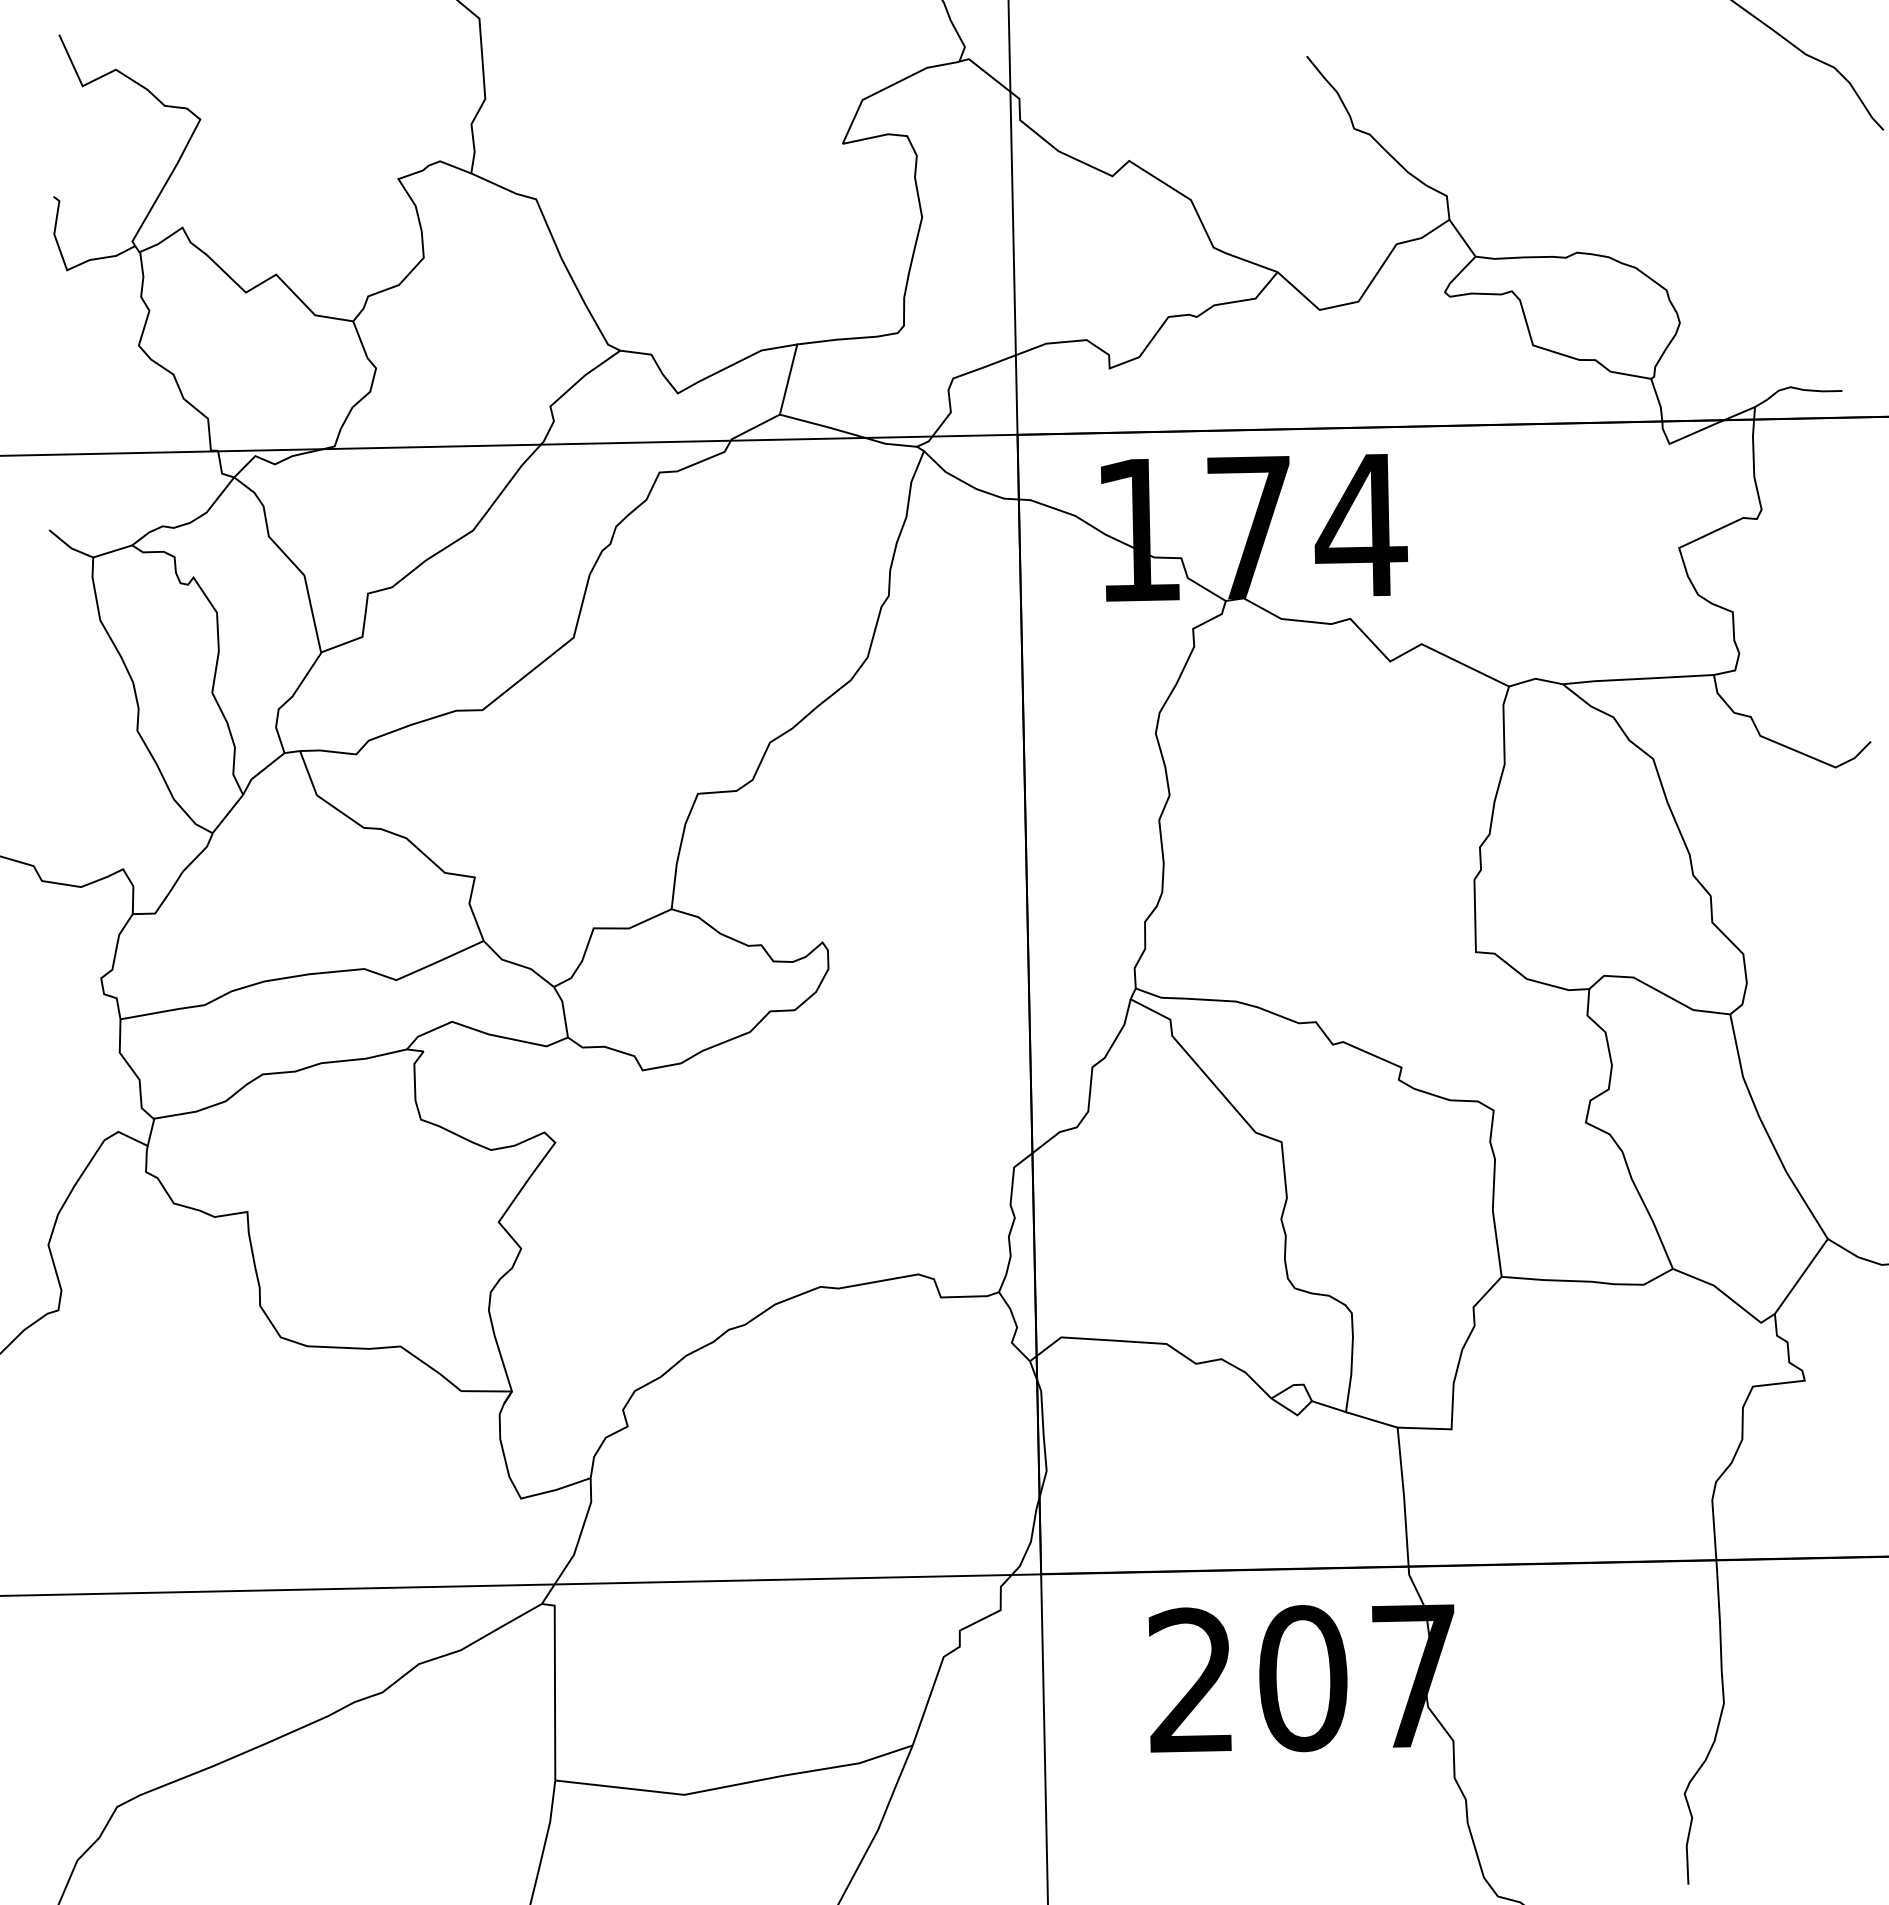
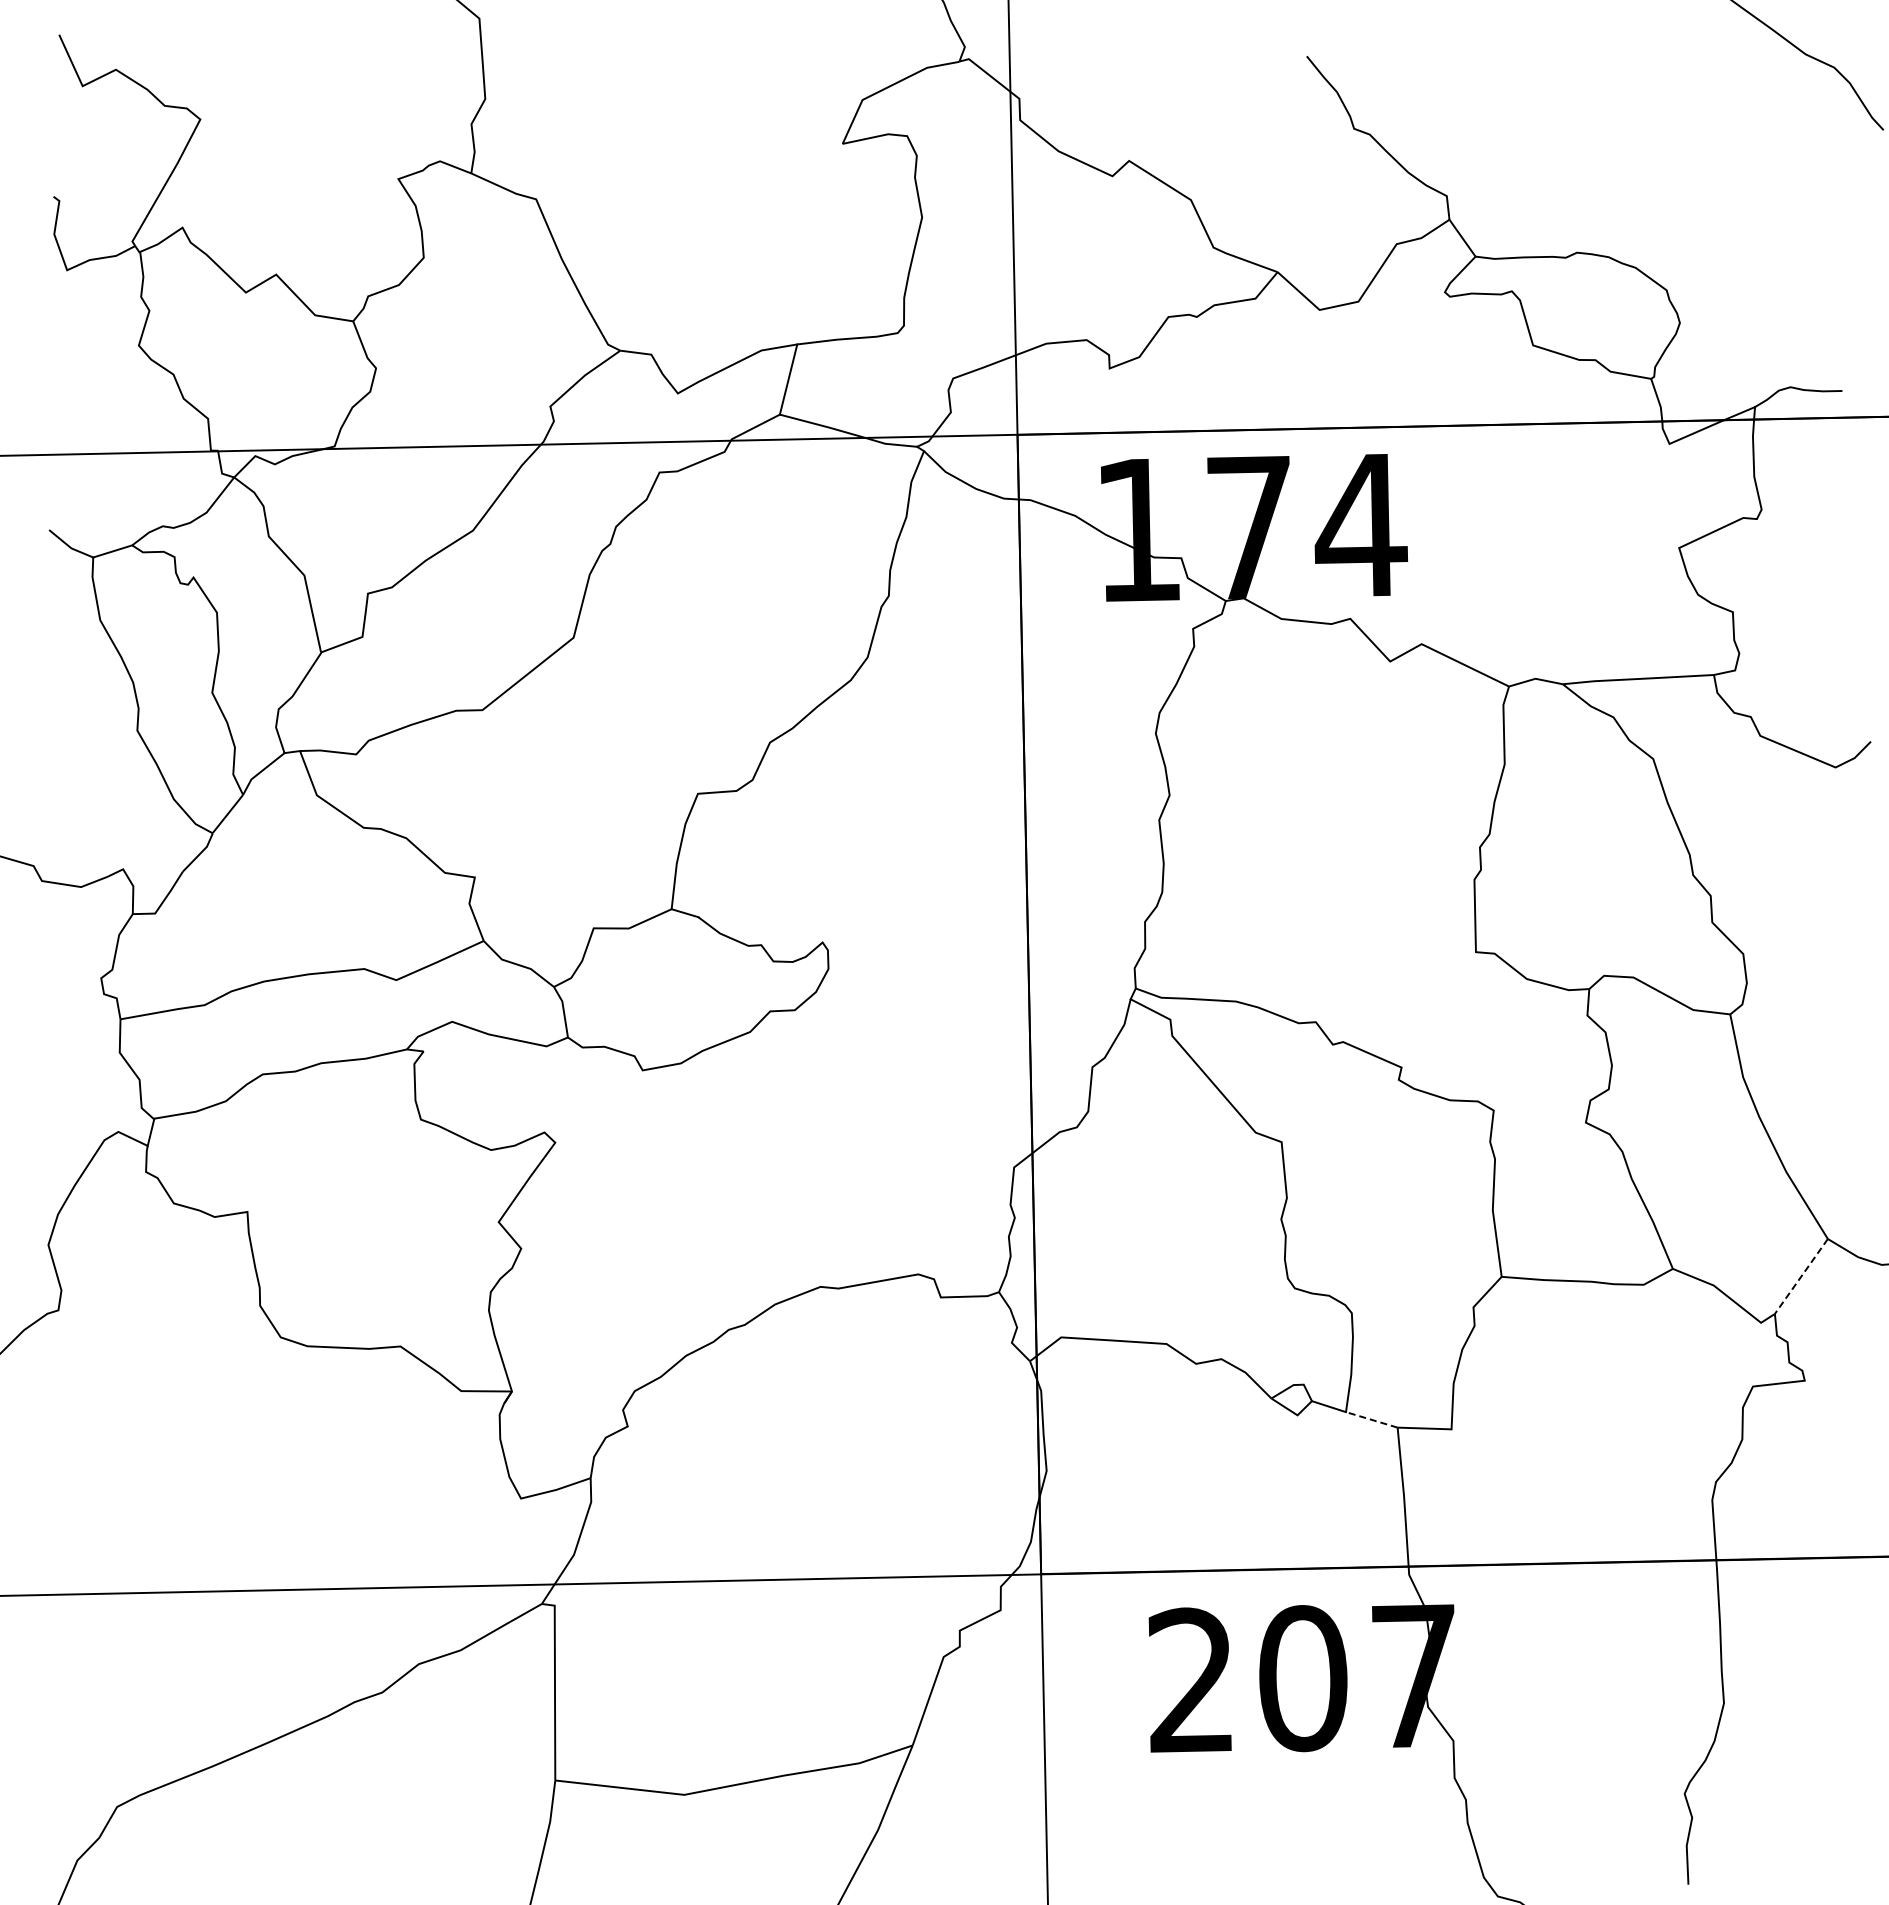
line at (1801, 1276): solid -> dashed
line at (1371, 1419): solid -> dashed
